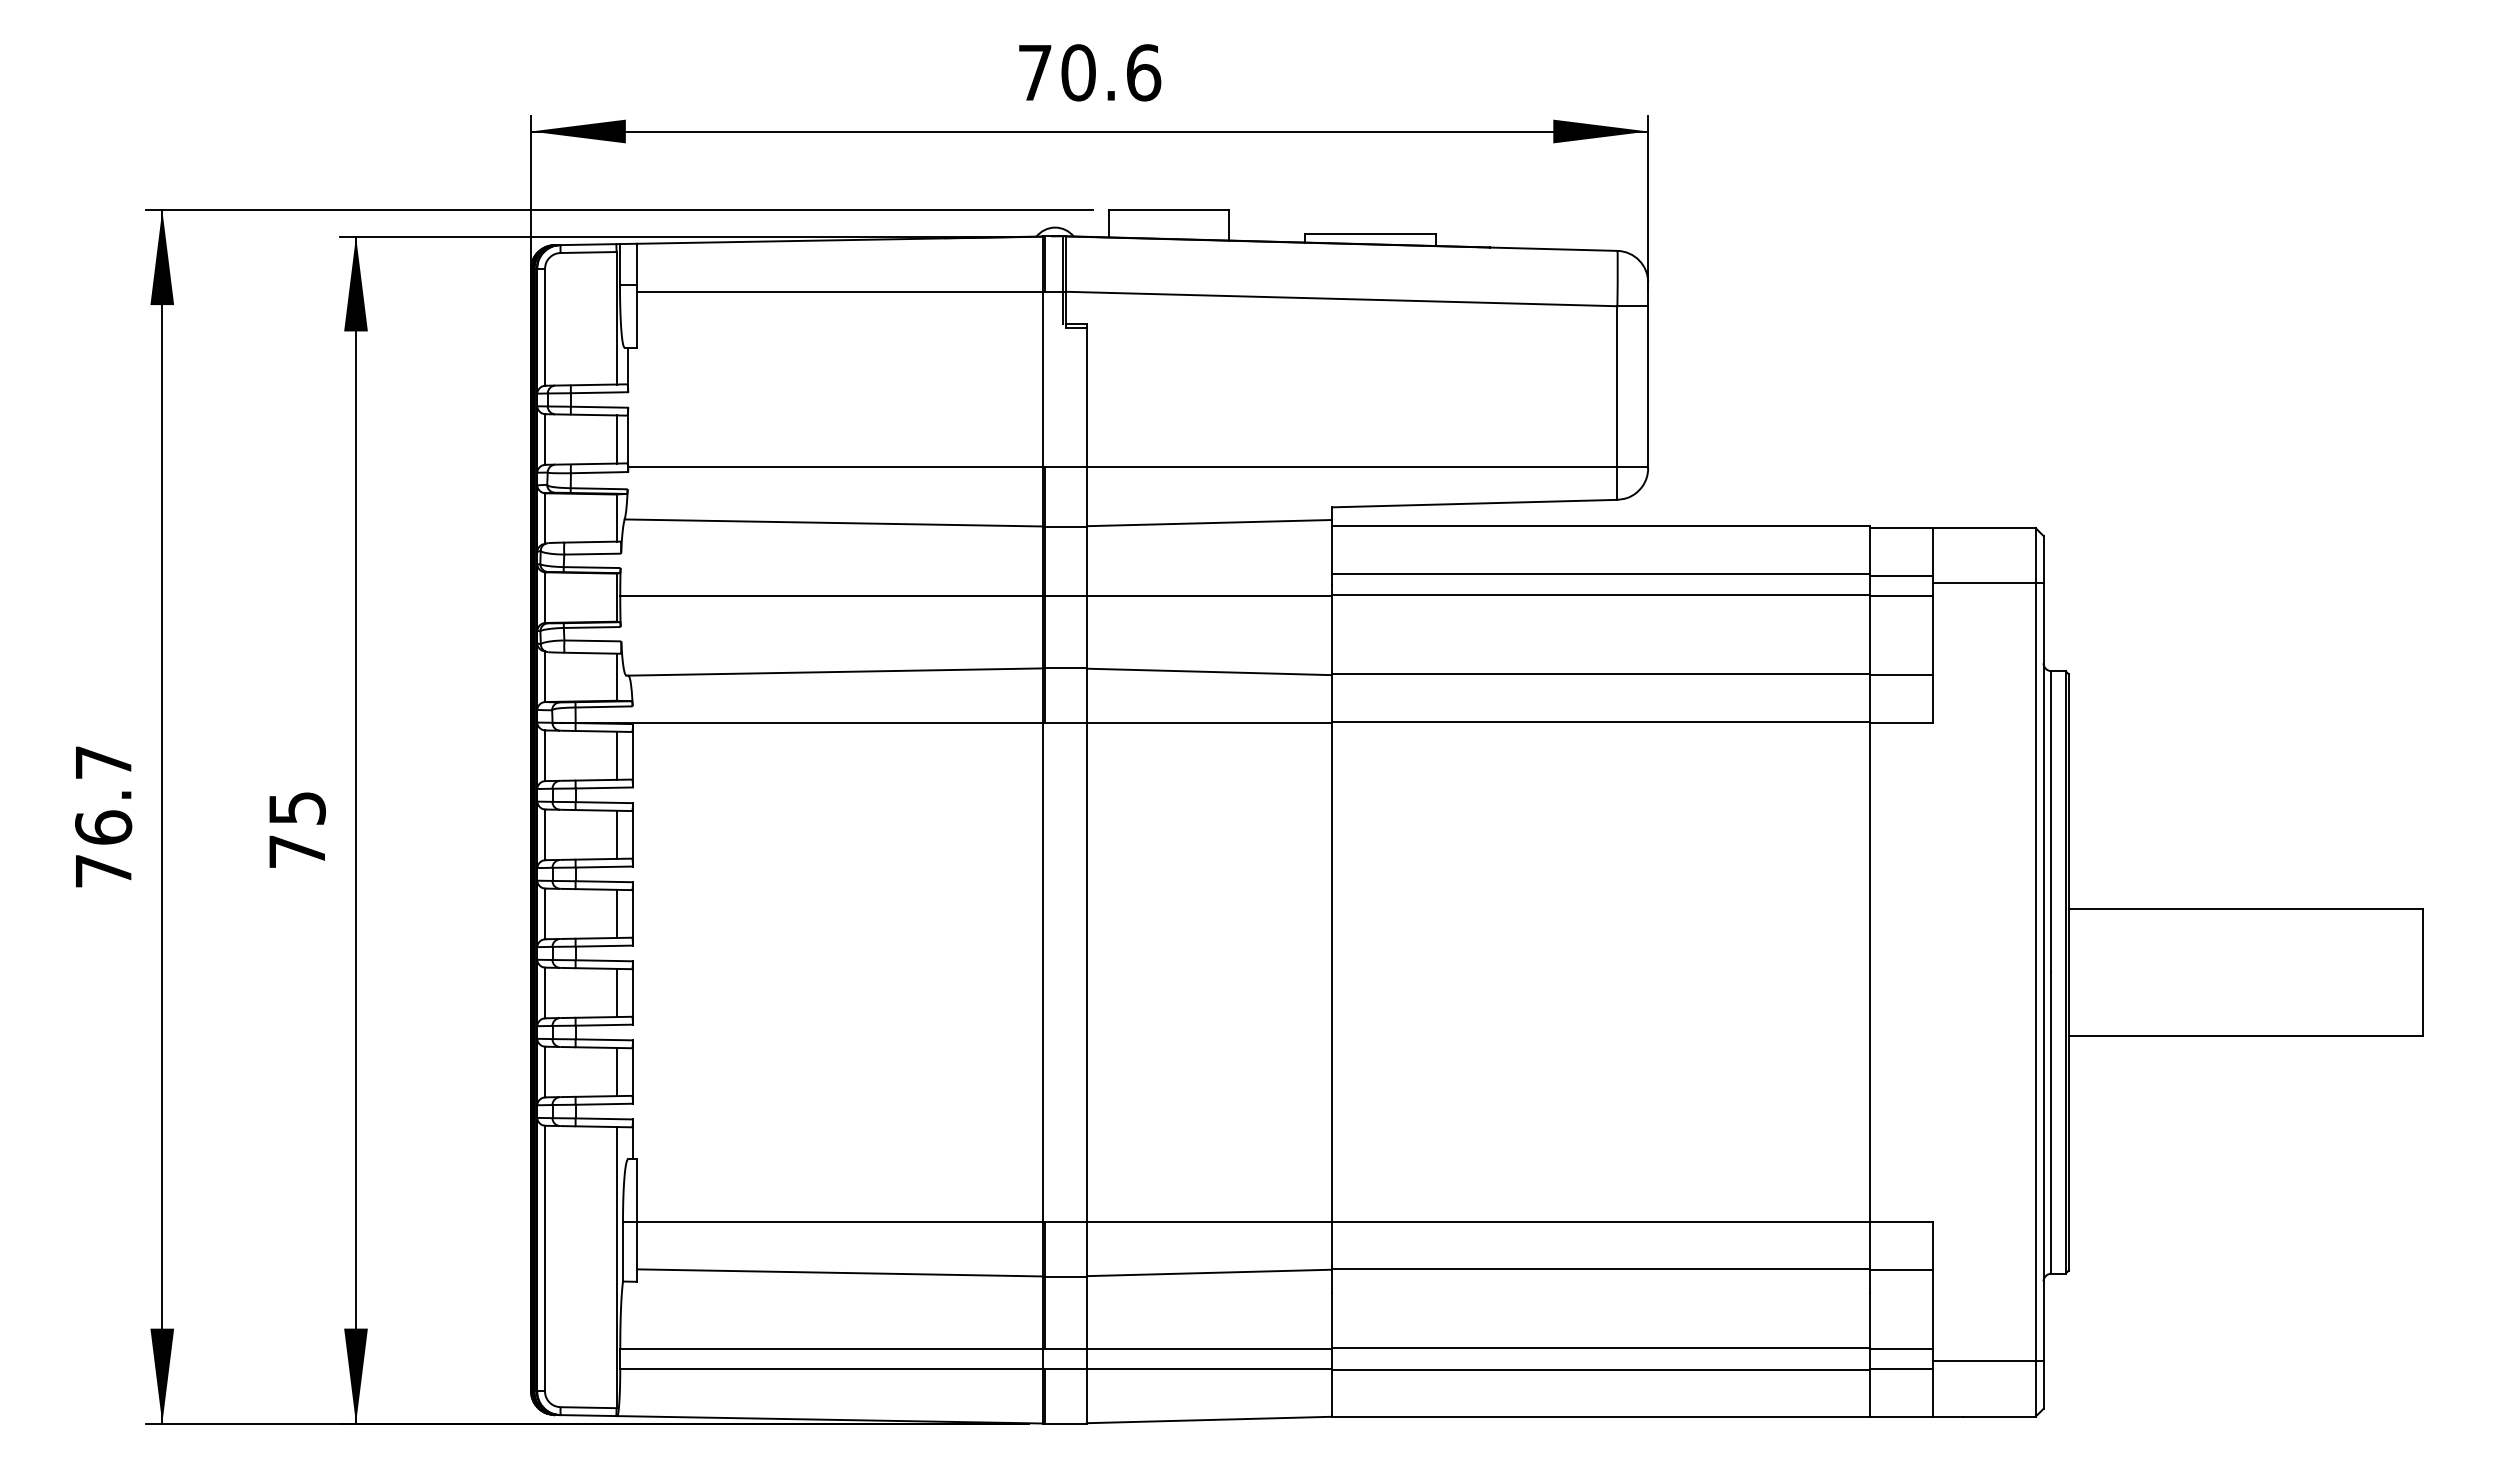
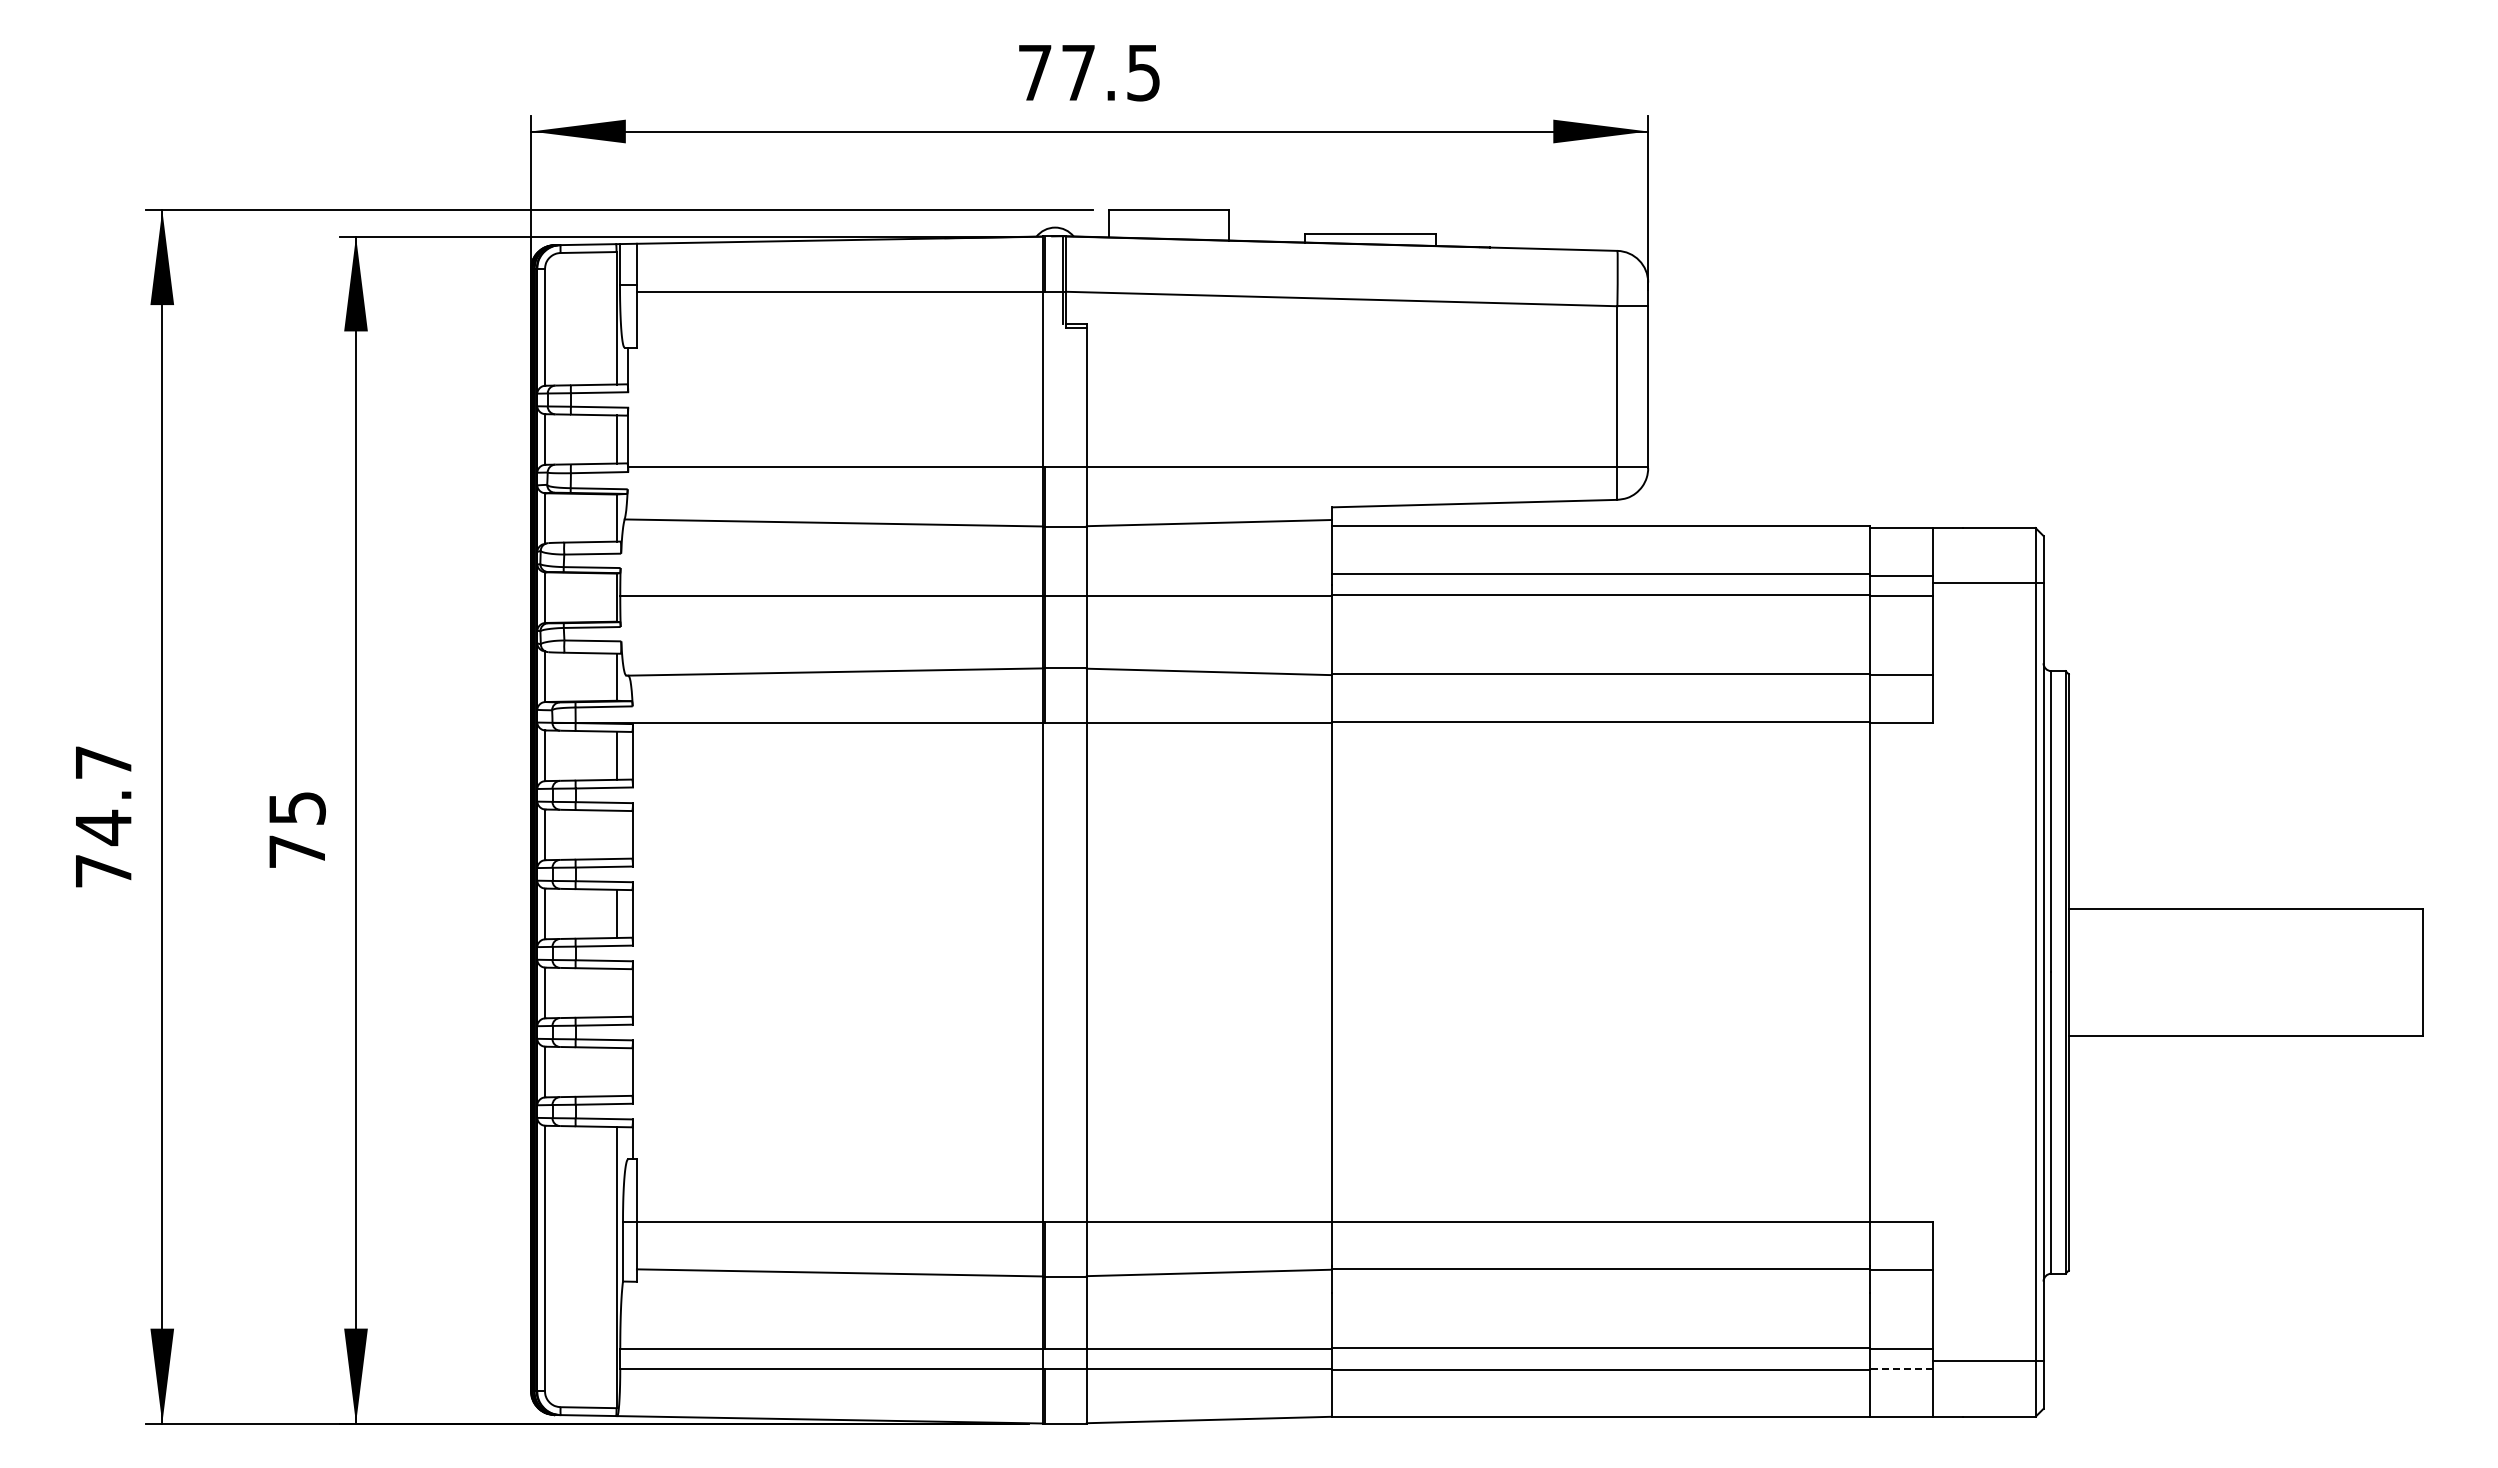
text at (1111, 72): 70.6 -> 77.5
text at (103, 827): 76.7 -> 74.7
line at (616, 834): present -> none
line at (616, 992): present -> none
line at (616, 1071): present -> none
line at (1901, 1369): solid -> dashed
